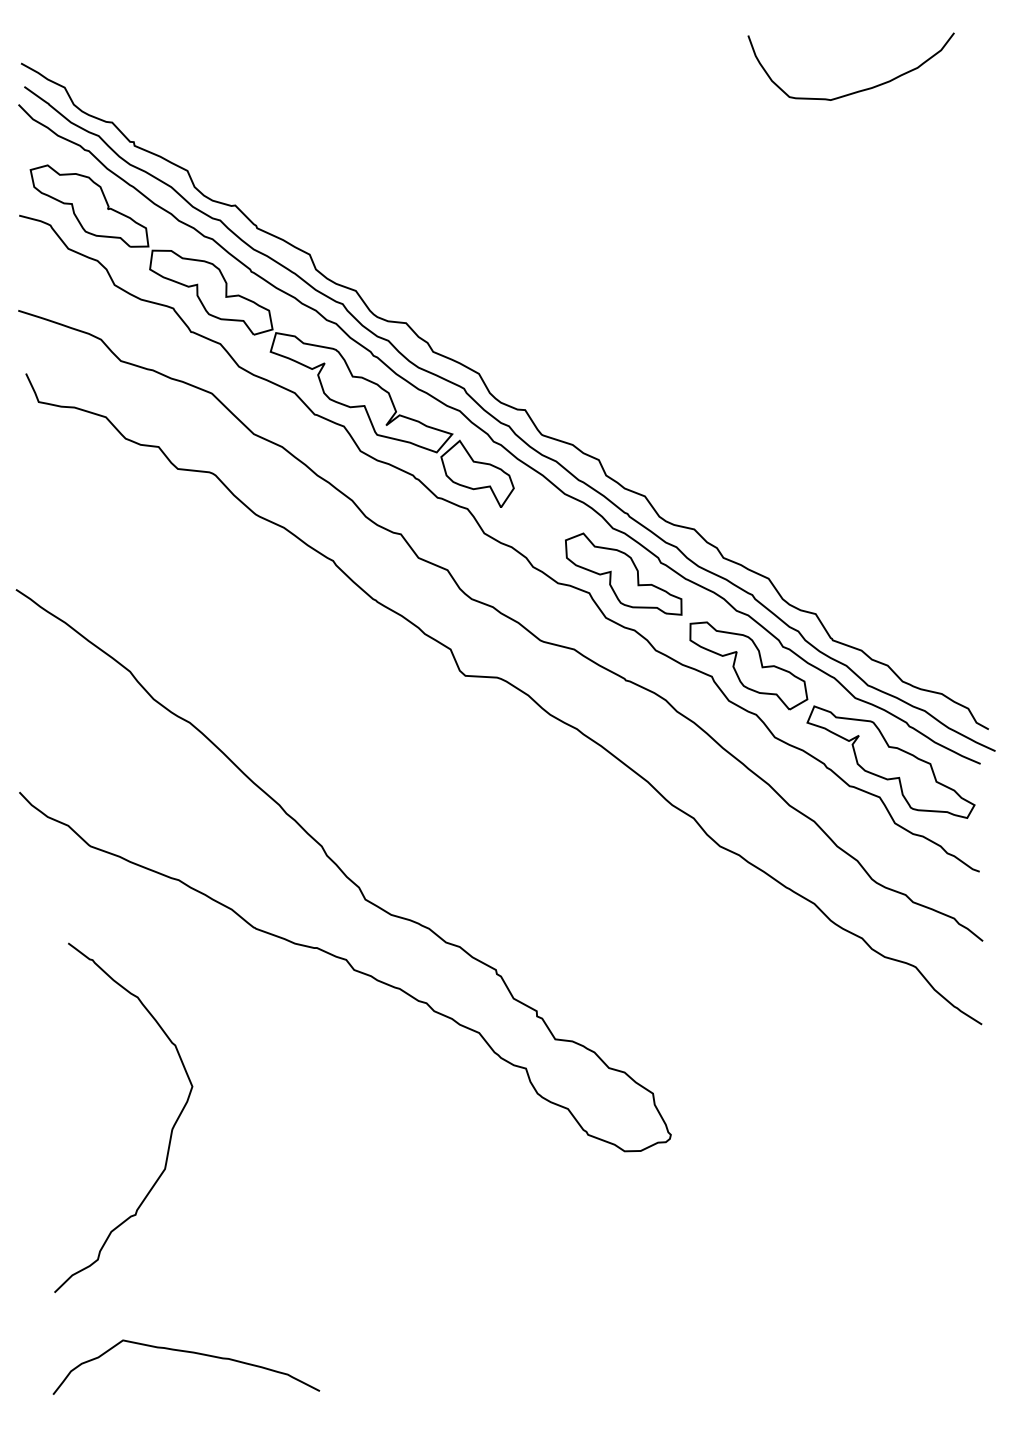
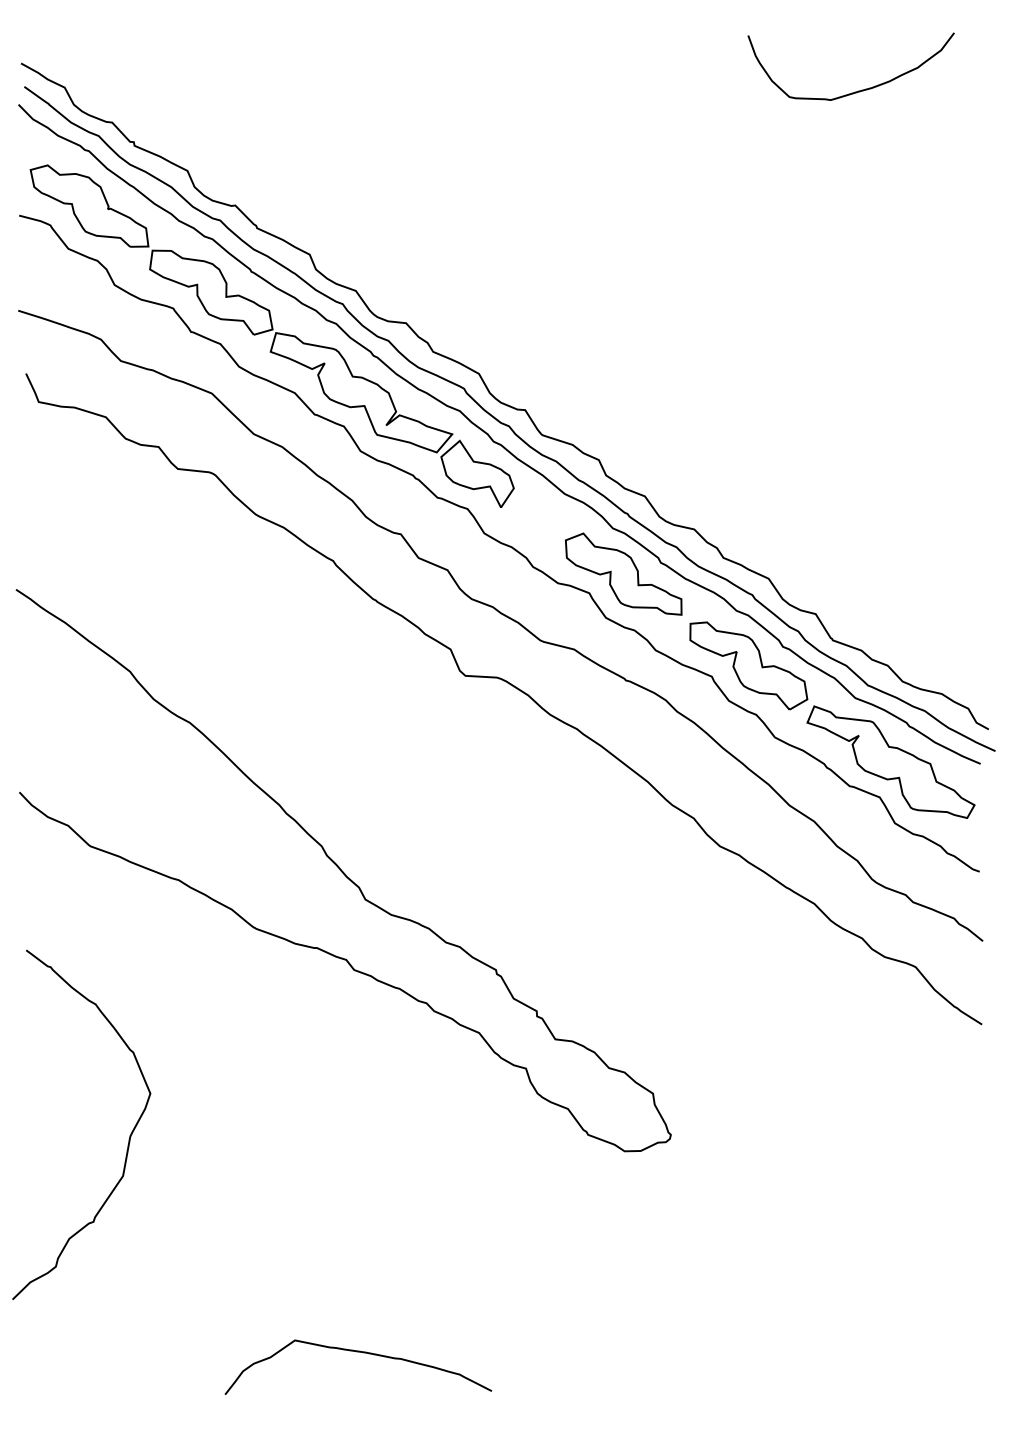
curve at (171, 1128) position: (171, 1128) -> (129, 1135)
curve at (191, 1353) position: (191, 1353) -> (363, 1353)
